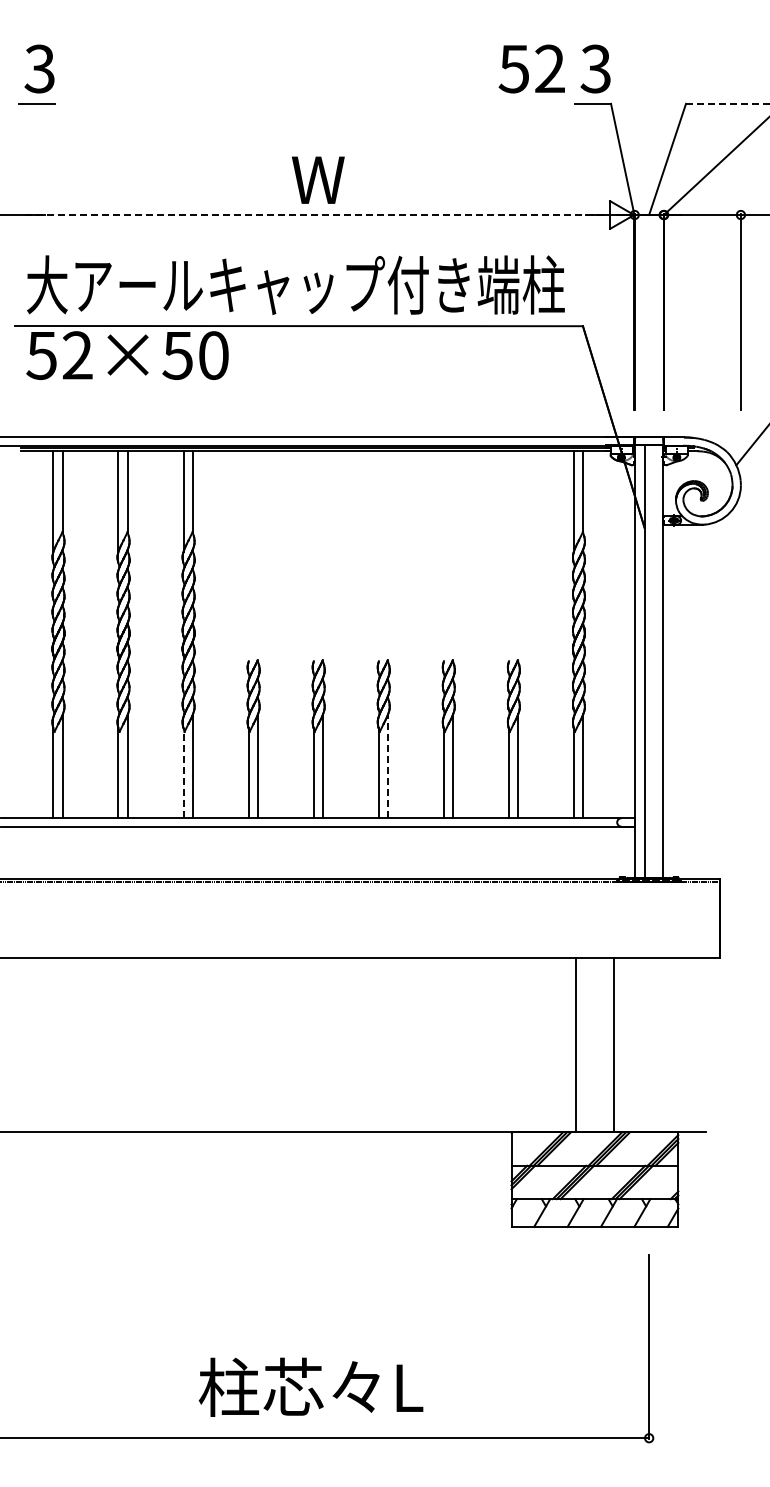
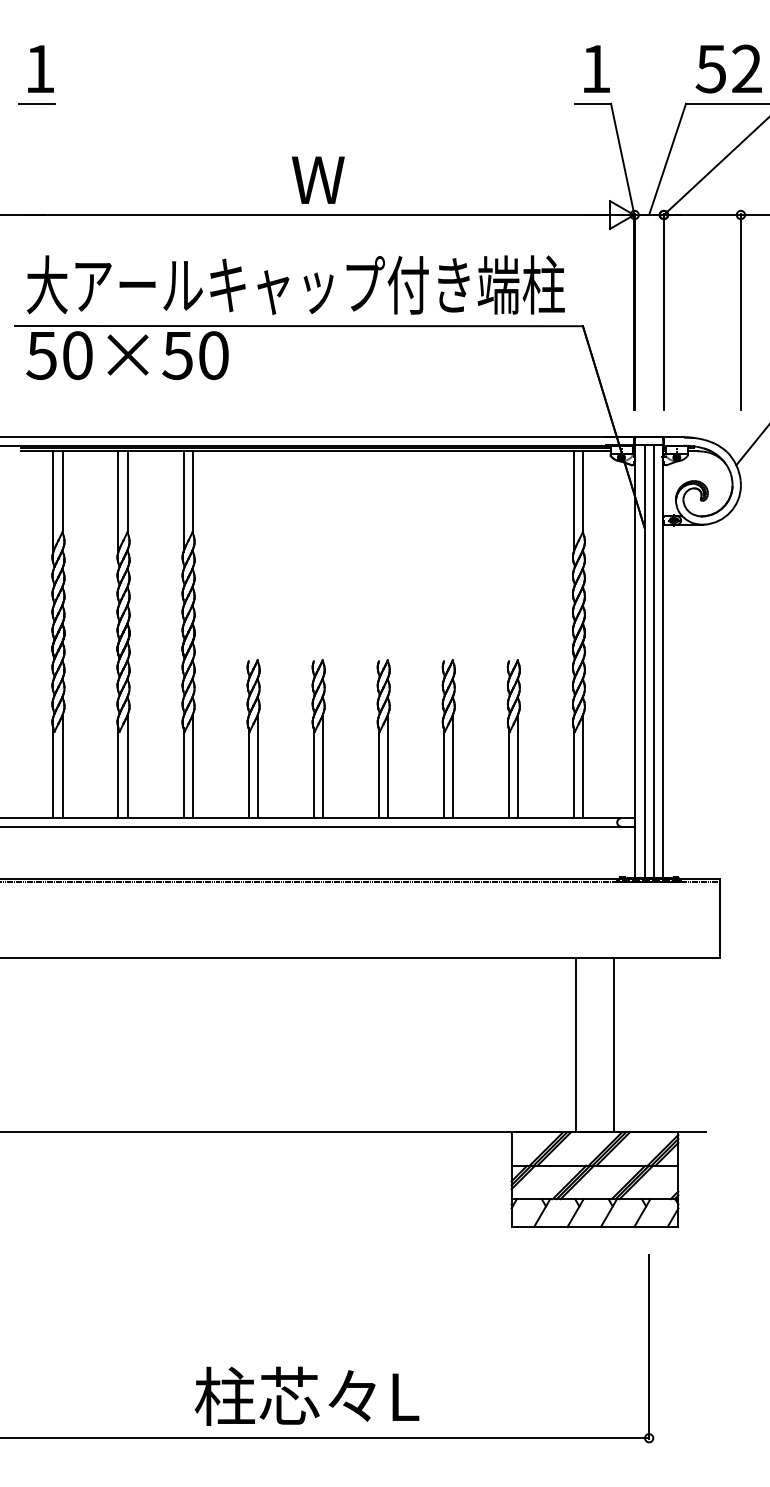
text at (39, 68): 3 -> 1
text at (531, 68) position: (531, 68) -> (728, 68)
text at (595, 68): 3 -> 1
line at (727, 103): dashed -> solid
line at (315, 215): dashed -> solid
text at (77, 355): 52×50 -> 50×50
line at (653, 661): none -> present
line at (388, 766): dashed -> solid
line at (183, 772): dashed -> solid
text at (310, 1386) position: (310, 1386) -> (306, 1395)
